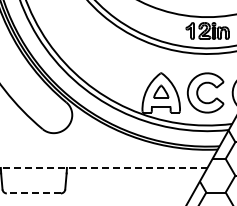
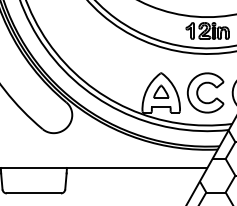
line at (104, 167): dashed -> solid
line at (33, 193): dashed -> solid
